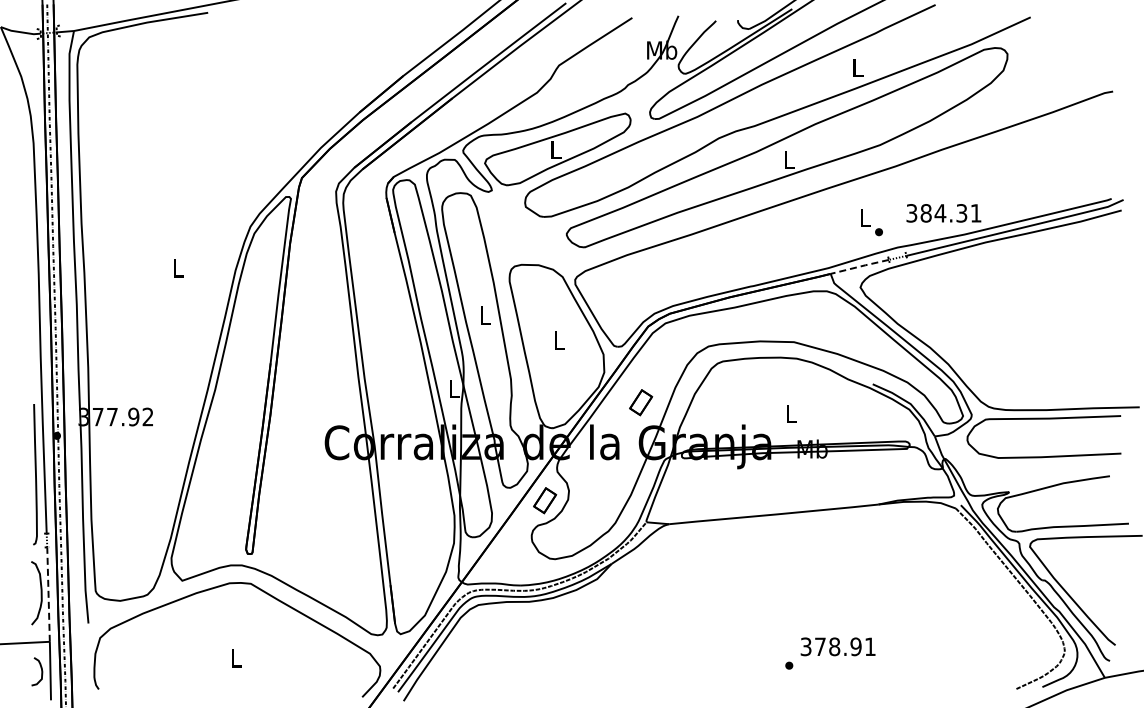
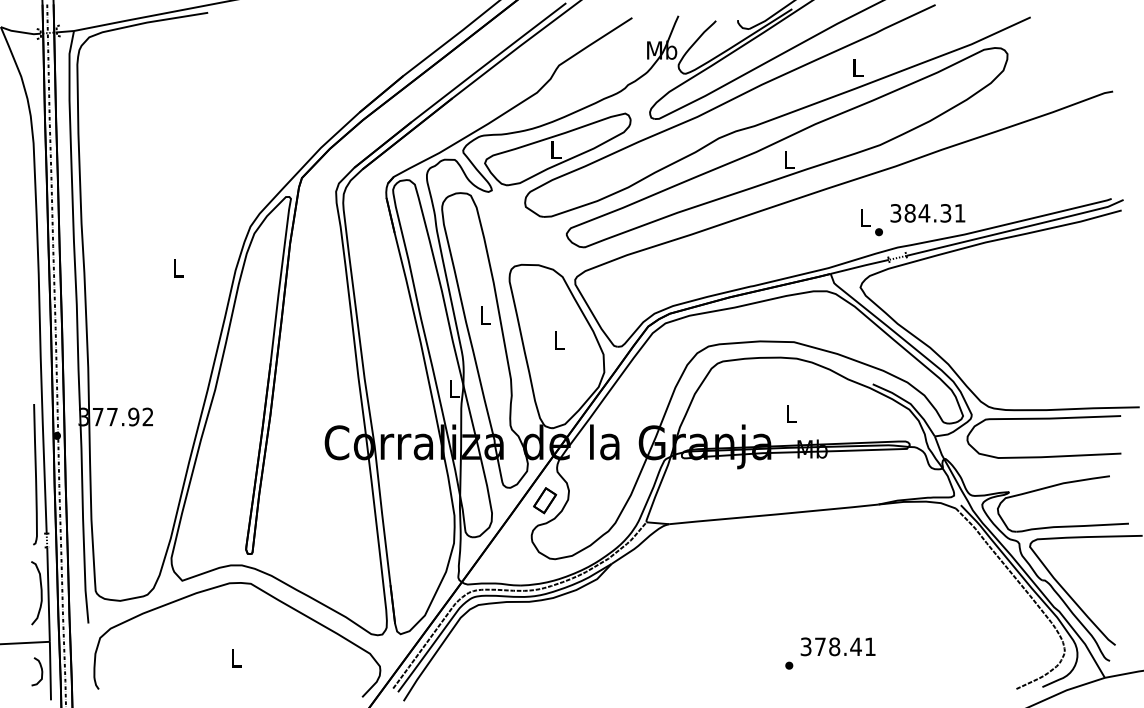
text at (943, 213) position: (943, 213) -> (927, 213)
line at (859, 266): dashed -> solid
part at (641, 402): present -> none
line at (48, 594): dashed -> solid
text at (855, 646): 378.91 -> 378.41
